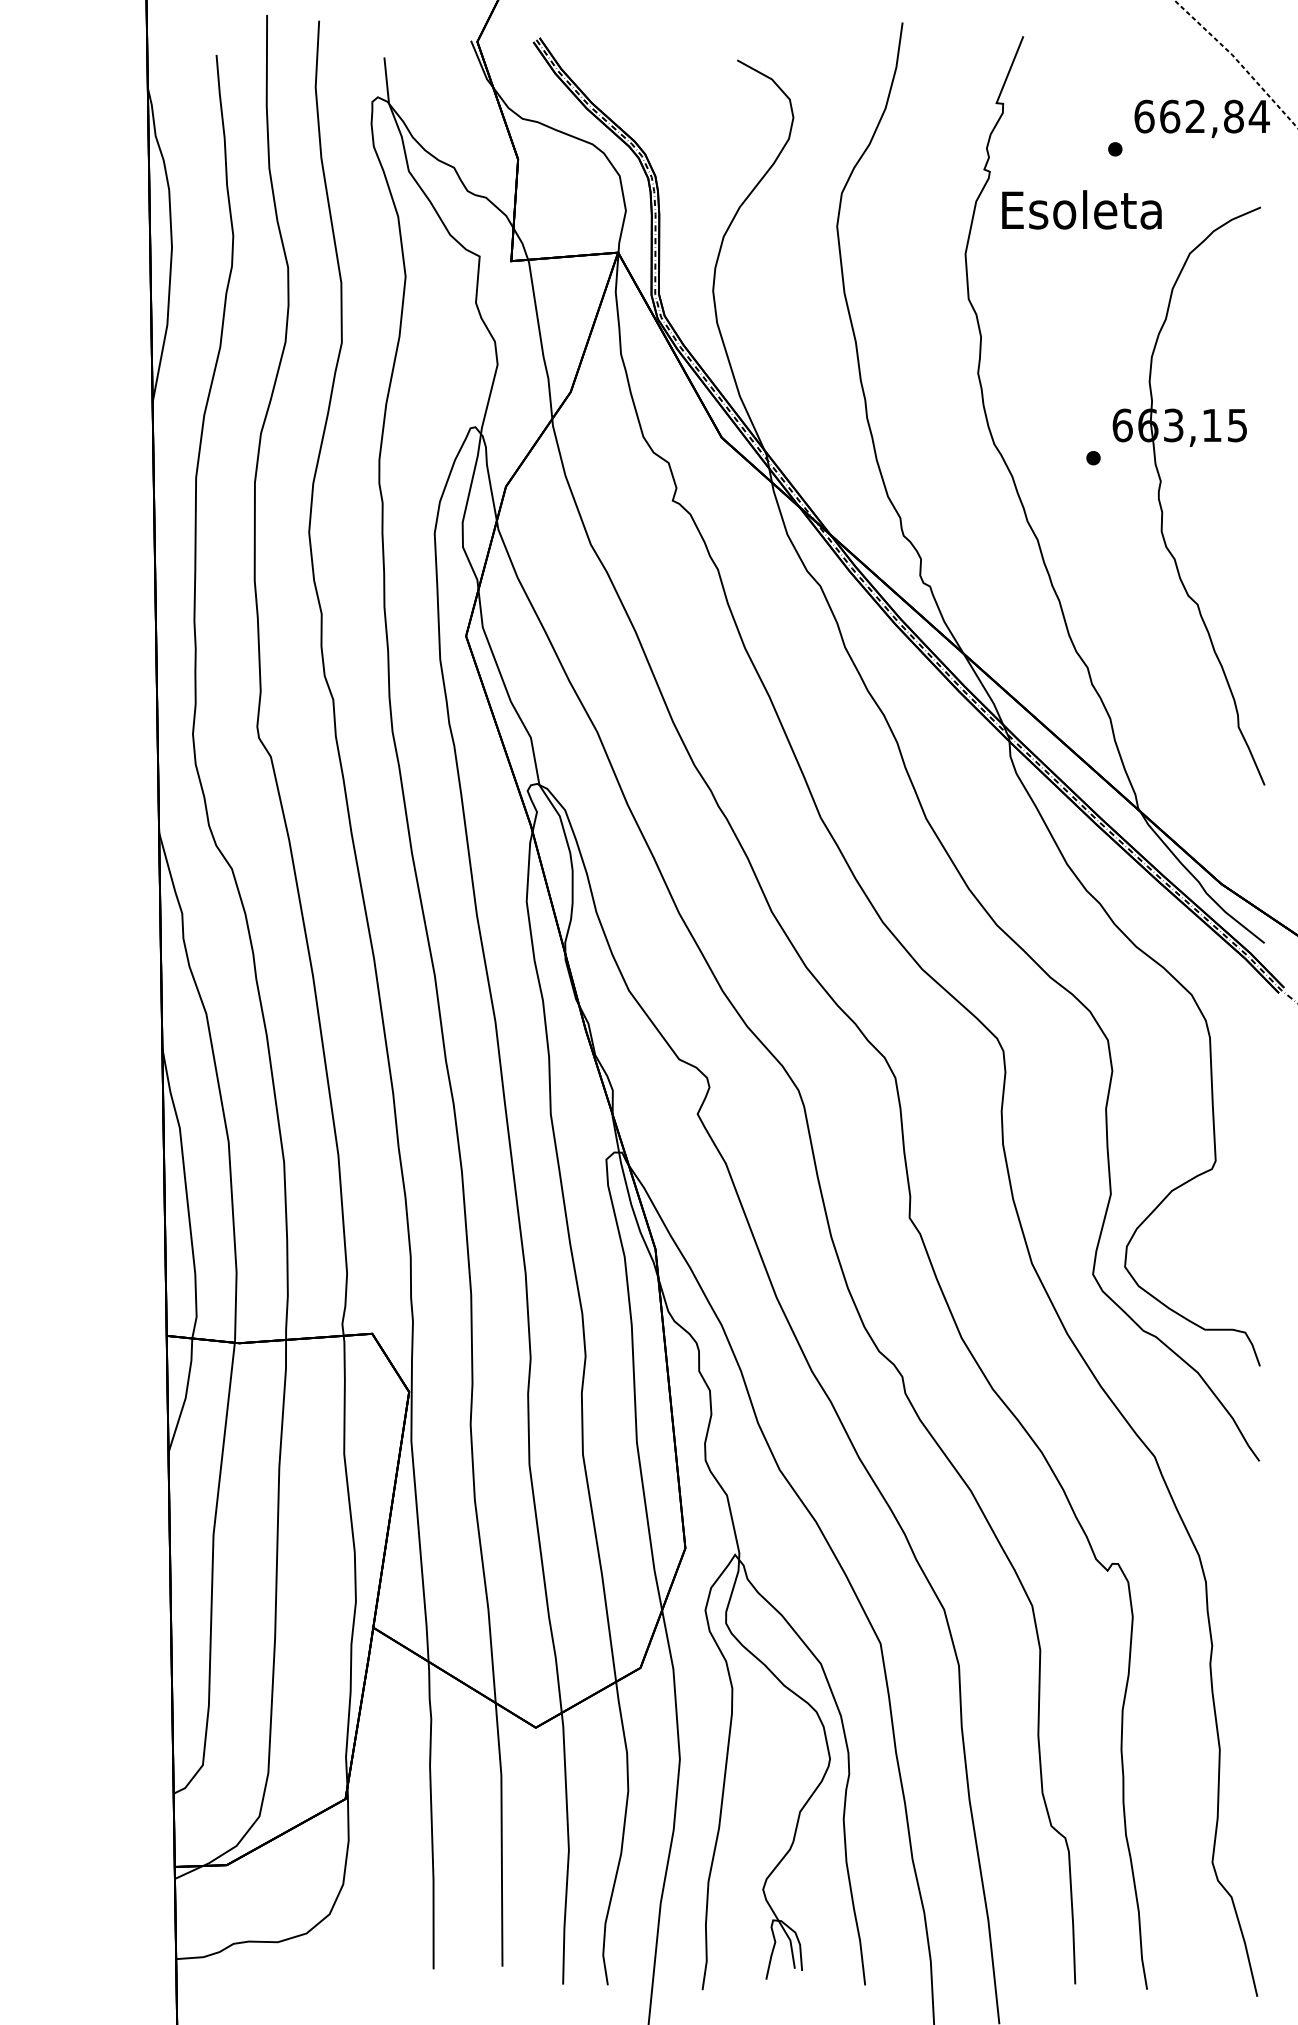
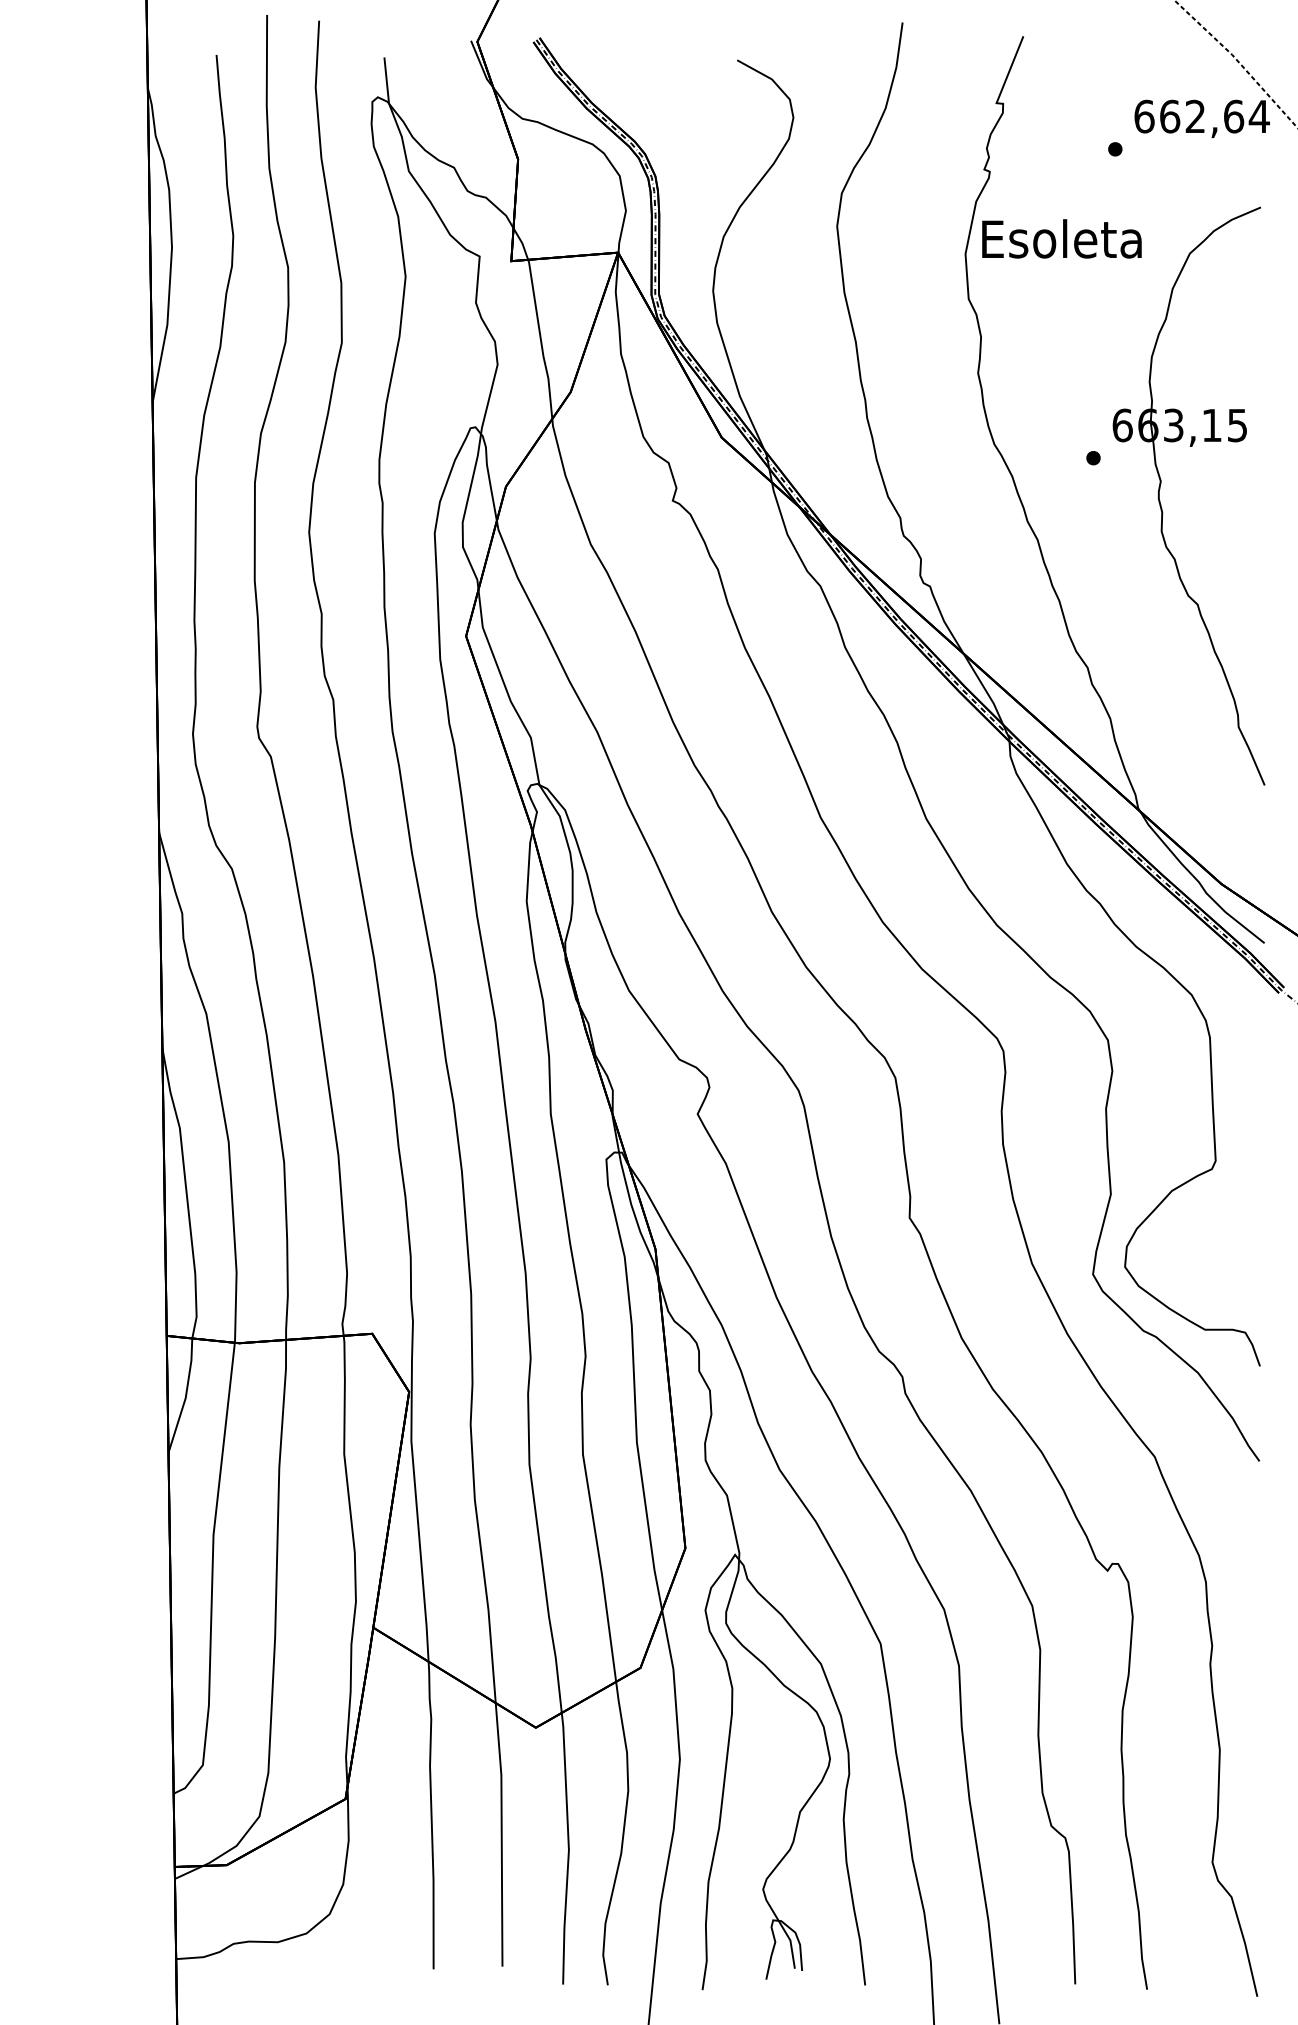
text at (1234, 116): 662,84 -> 662,64
text at (1081, 209) position: (1081, 209) -> (1061, 238)
